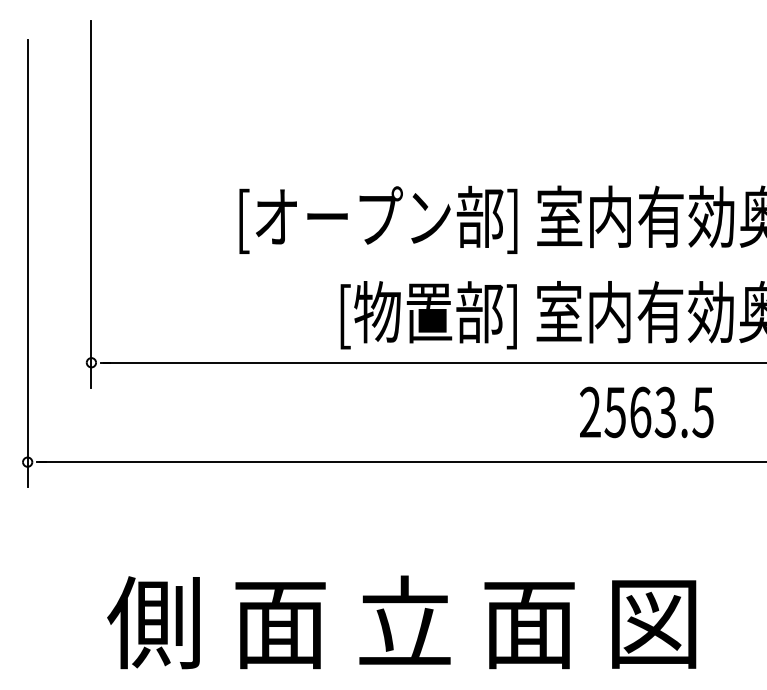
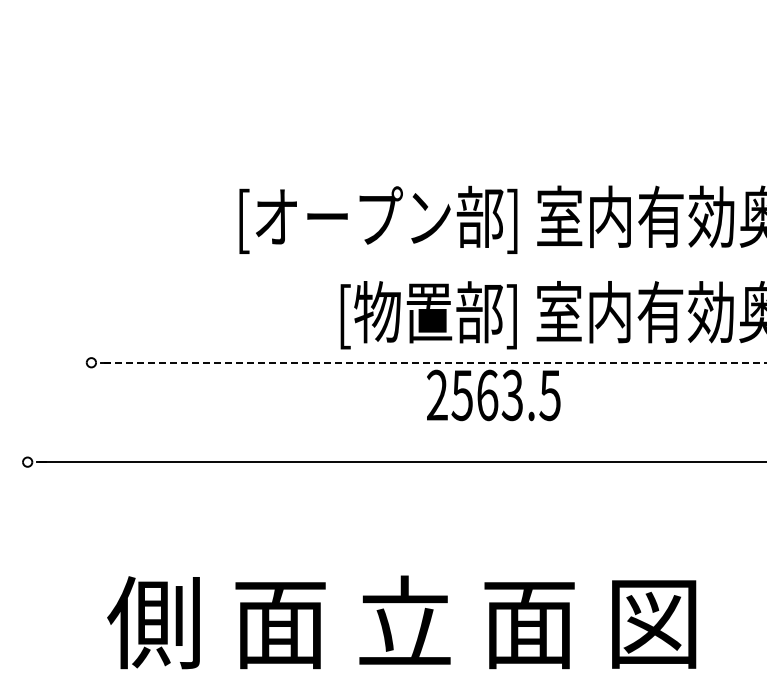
line at (91, 203): present -> none
line at (27, 263): present -> none
line at (435, 362): solid -> dashed
text at (646, 412) position: (646, 412) -> (493, 395)
